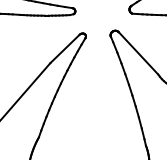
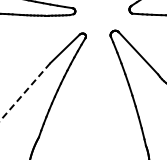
line at (25, 91): solid -> dashed
